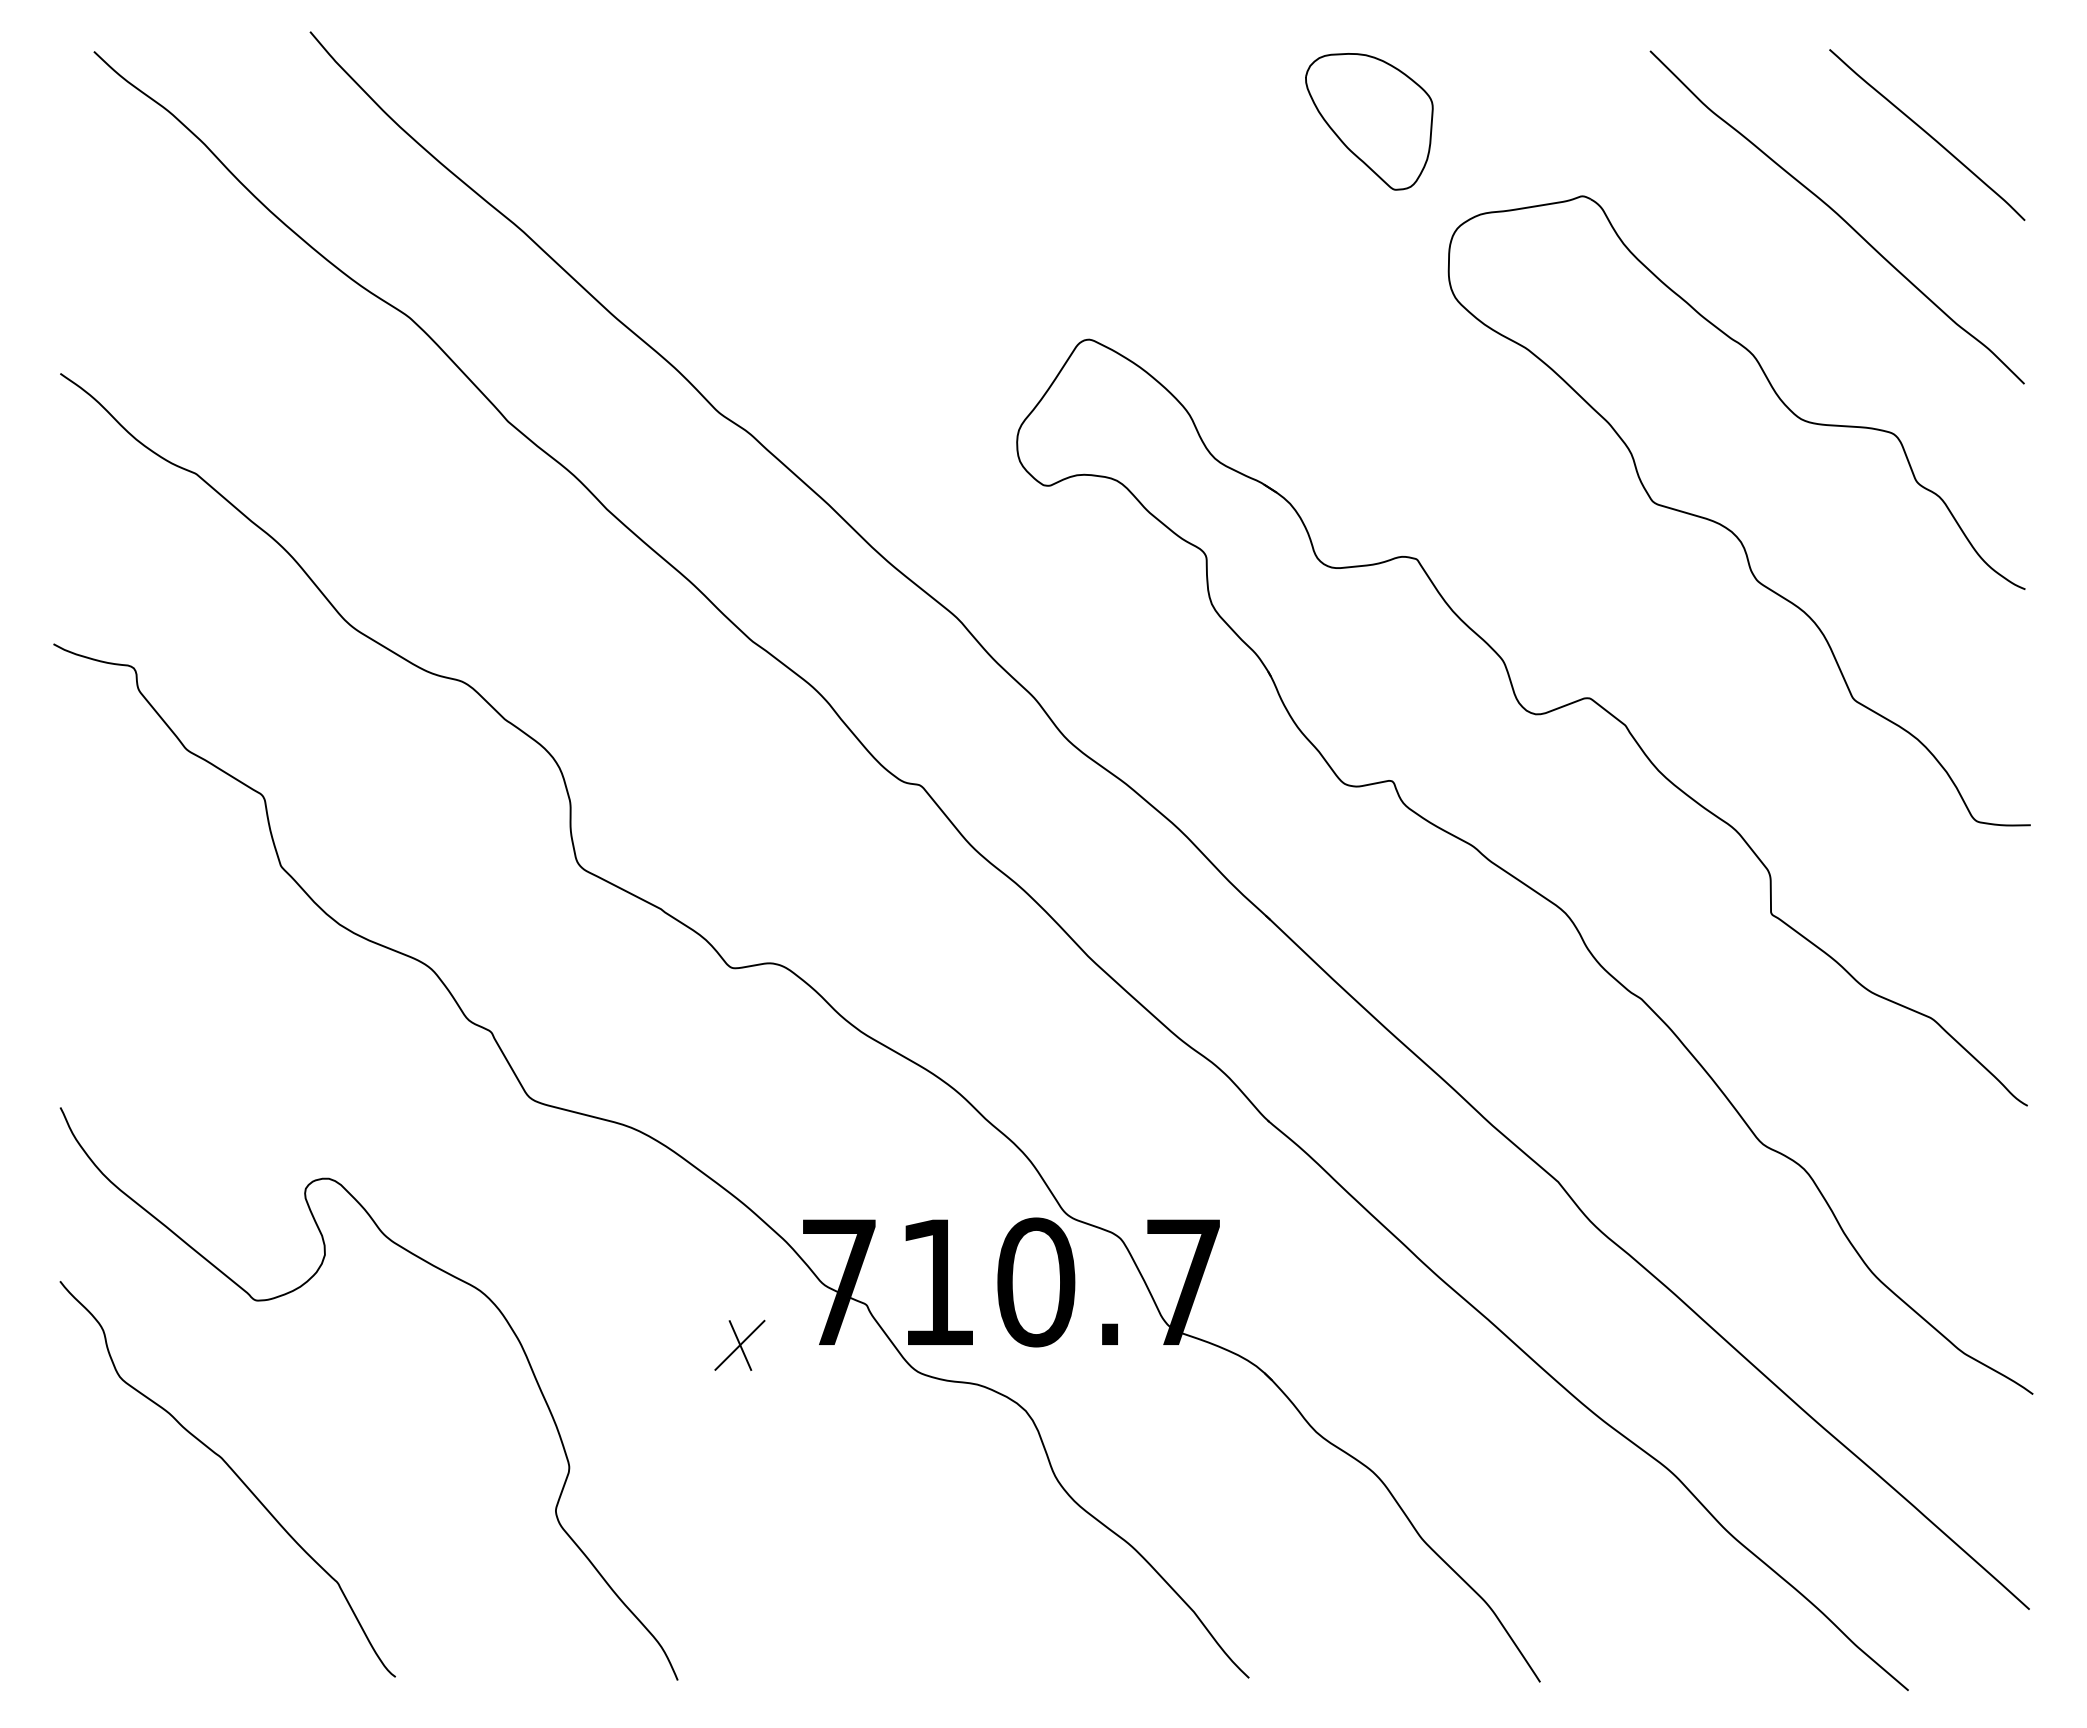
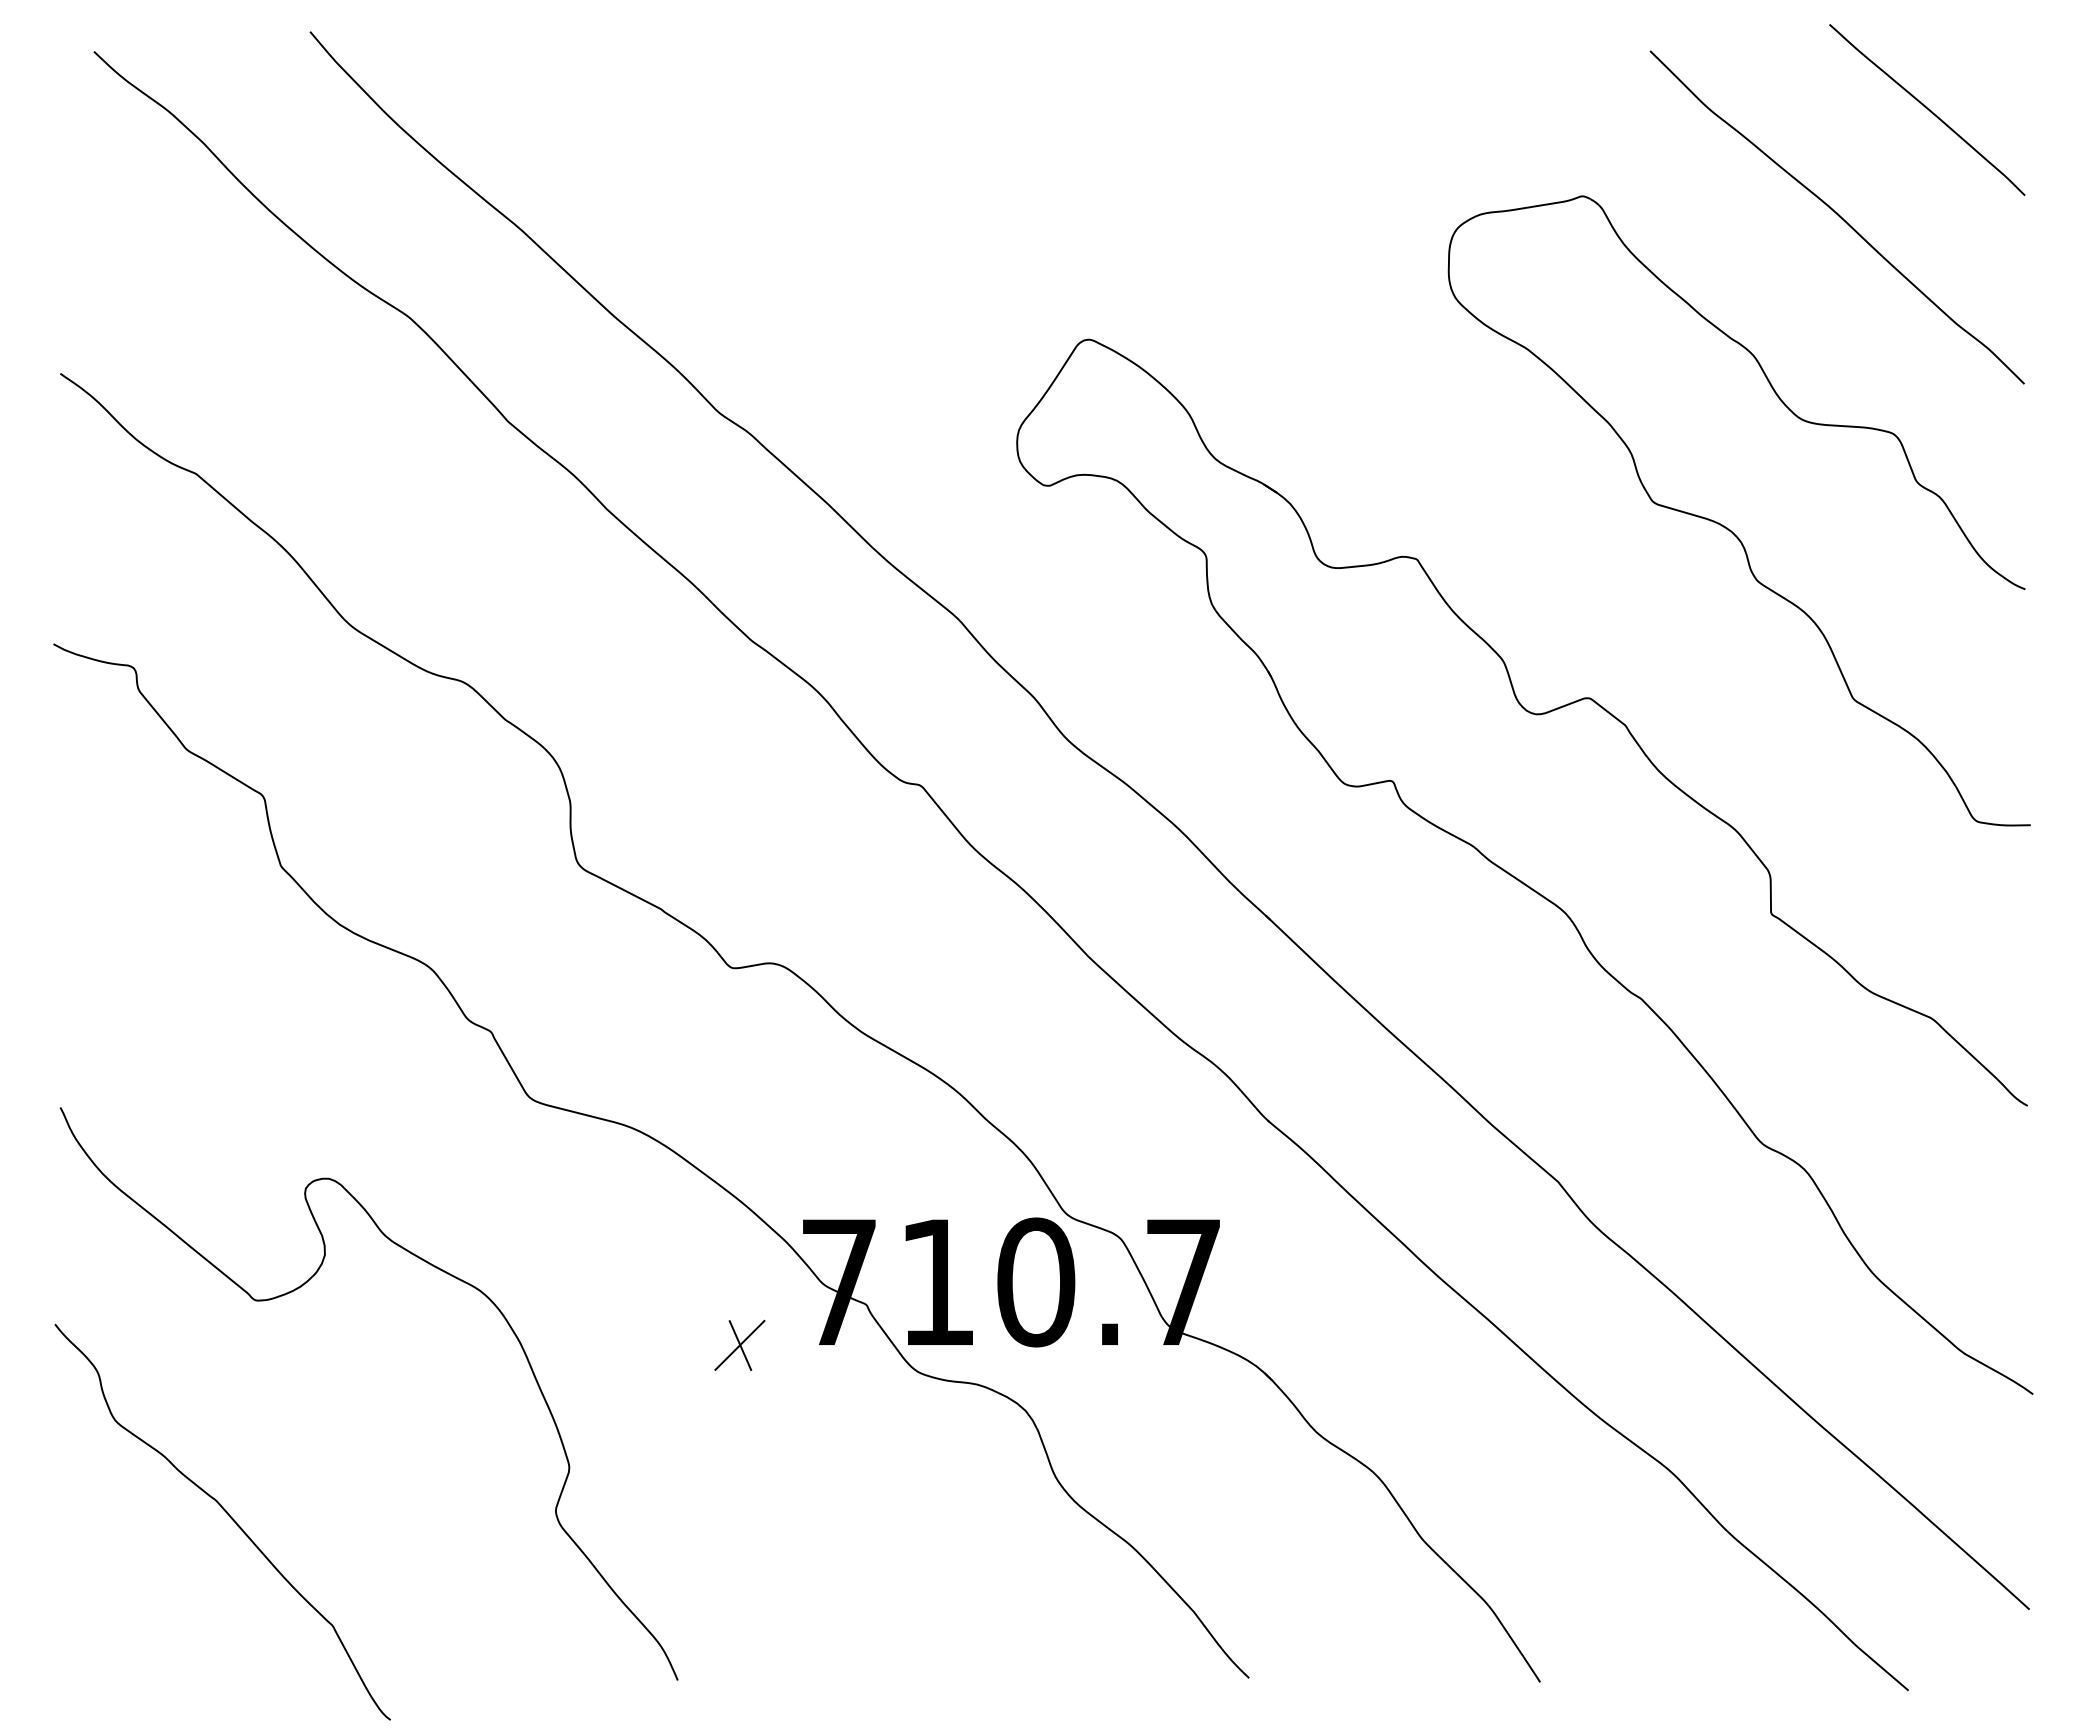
part at (1369, 121): present -> none
curve at (1927, 134) position: (1927, 134) -> (1927, 109)
curve at (234, 1474) position: (234, 1474) -> (229, 1517)
